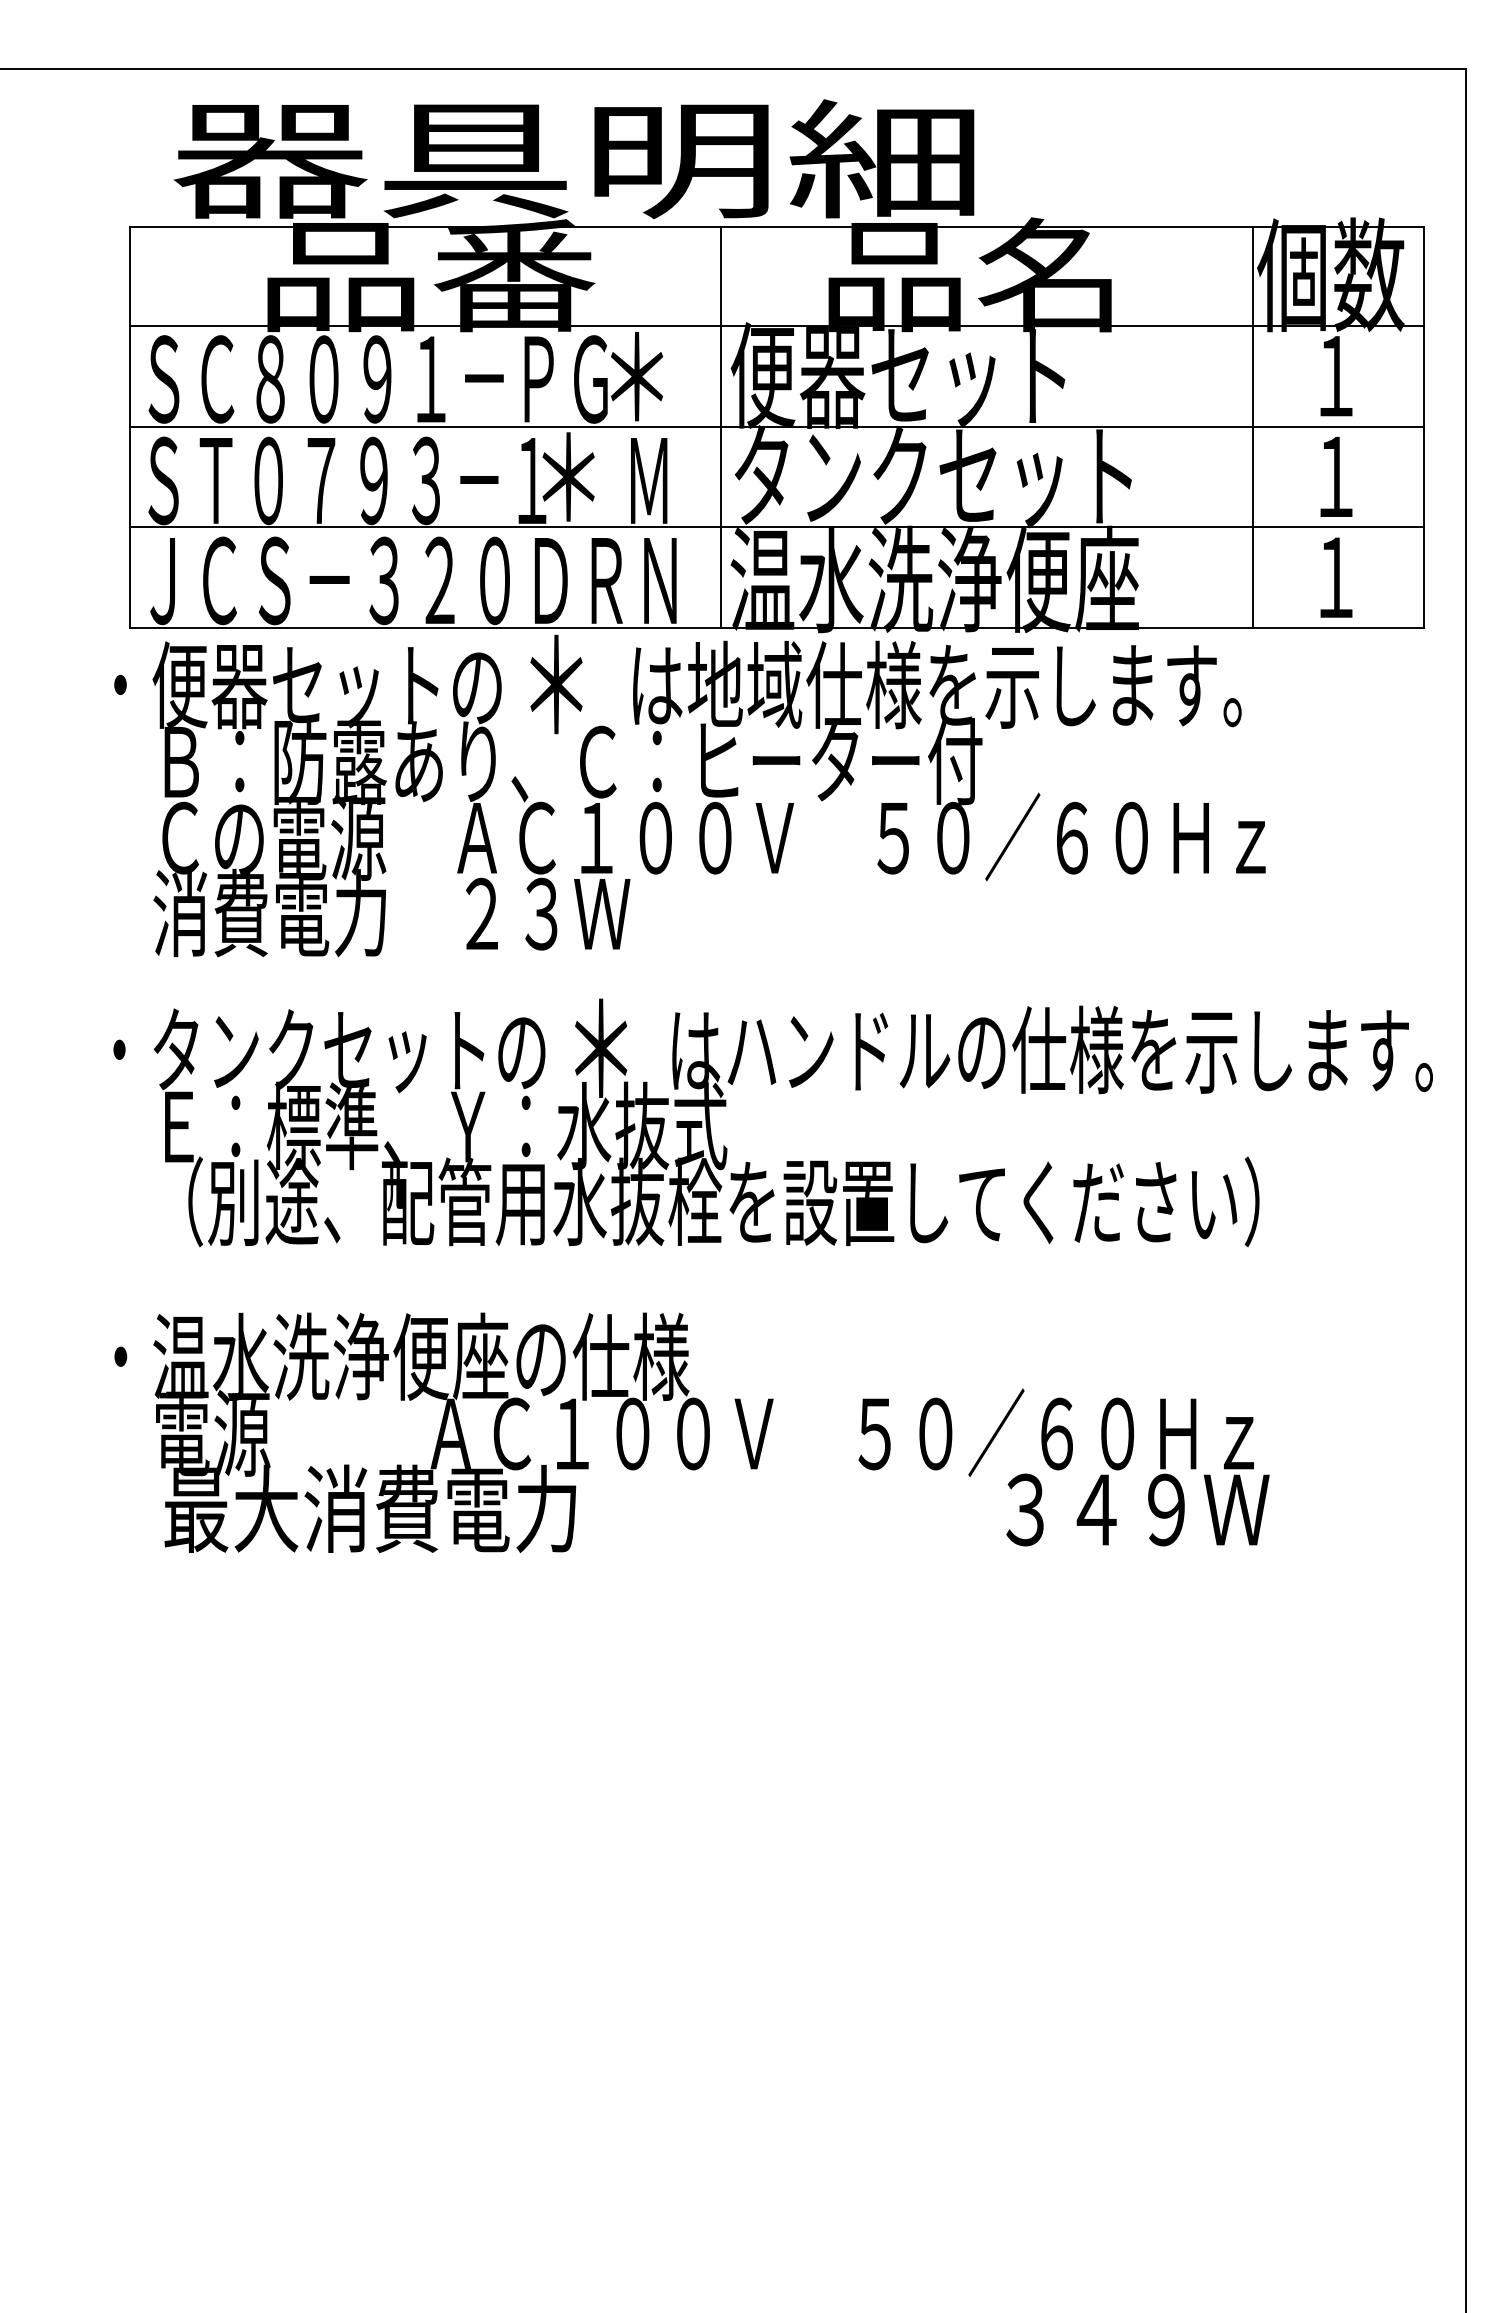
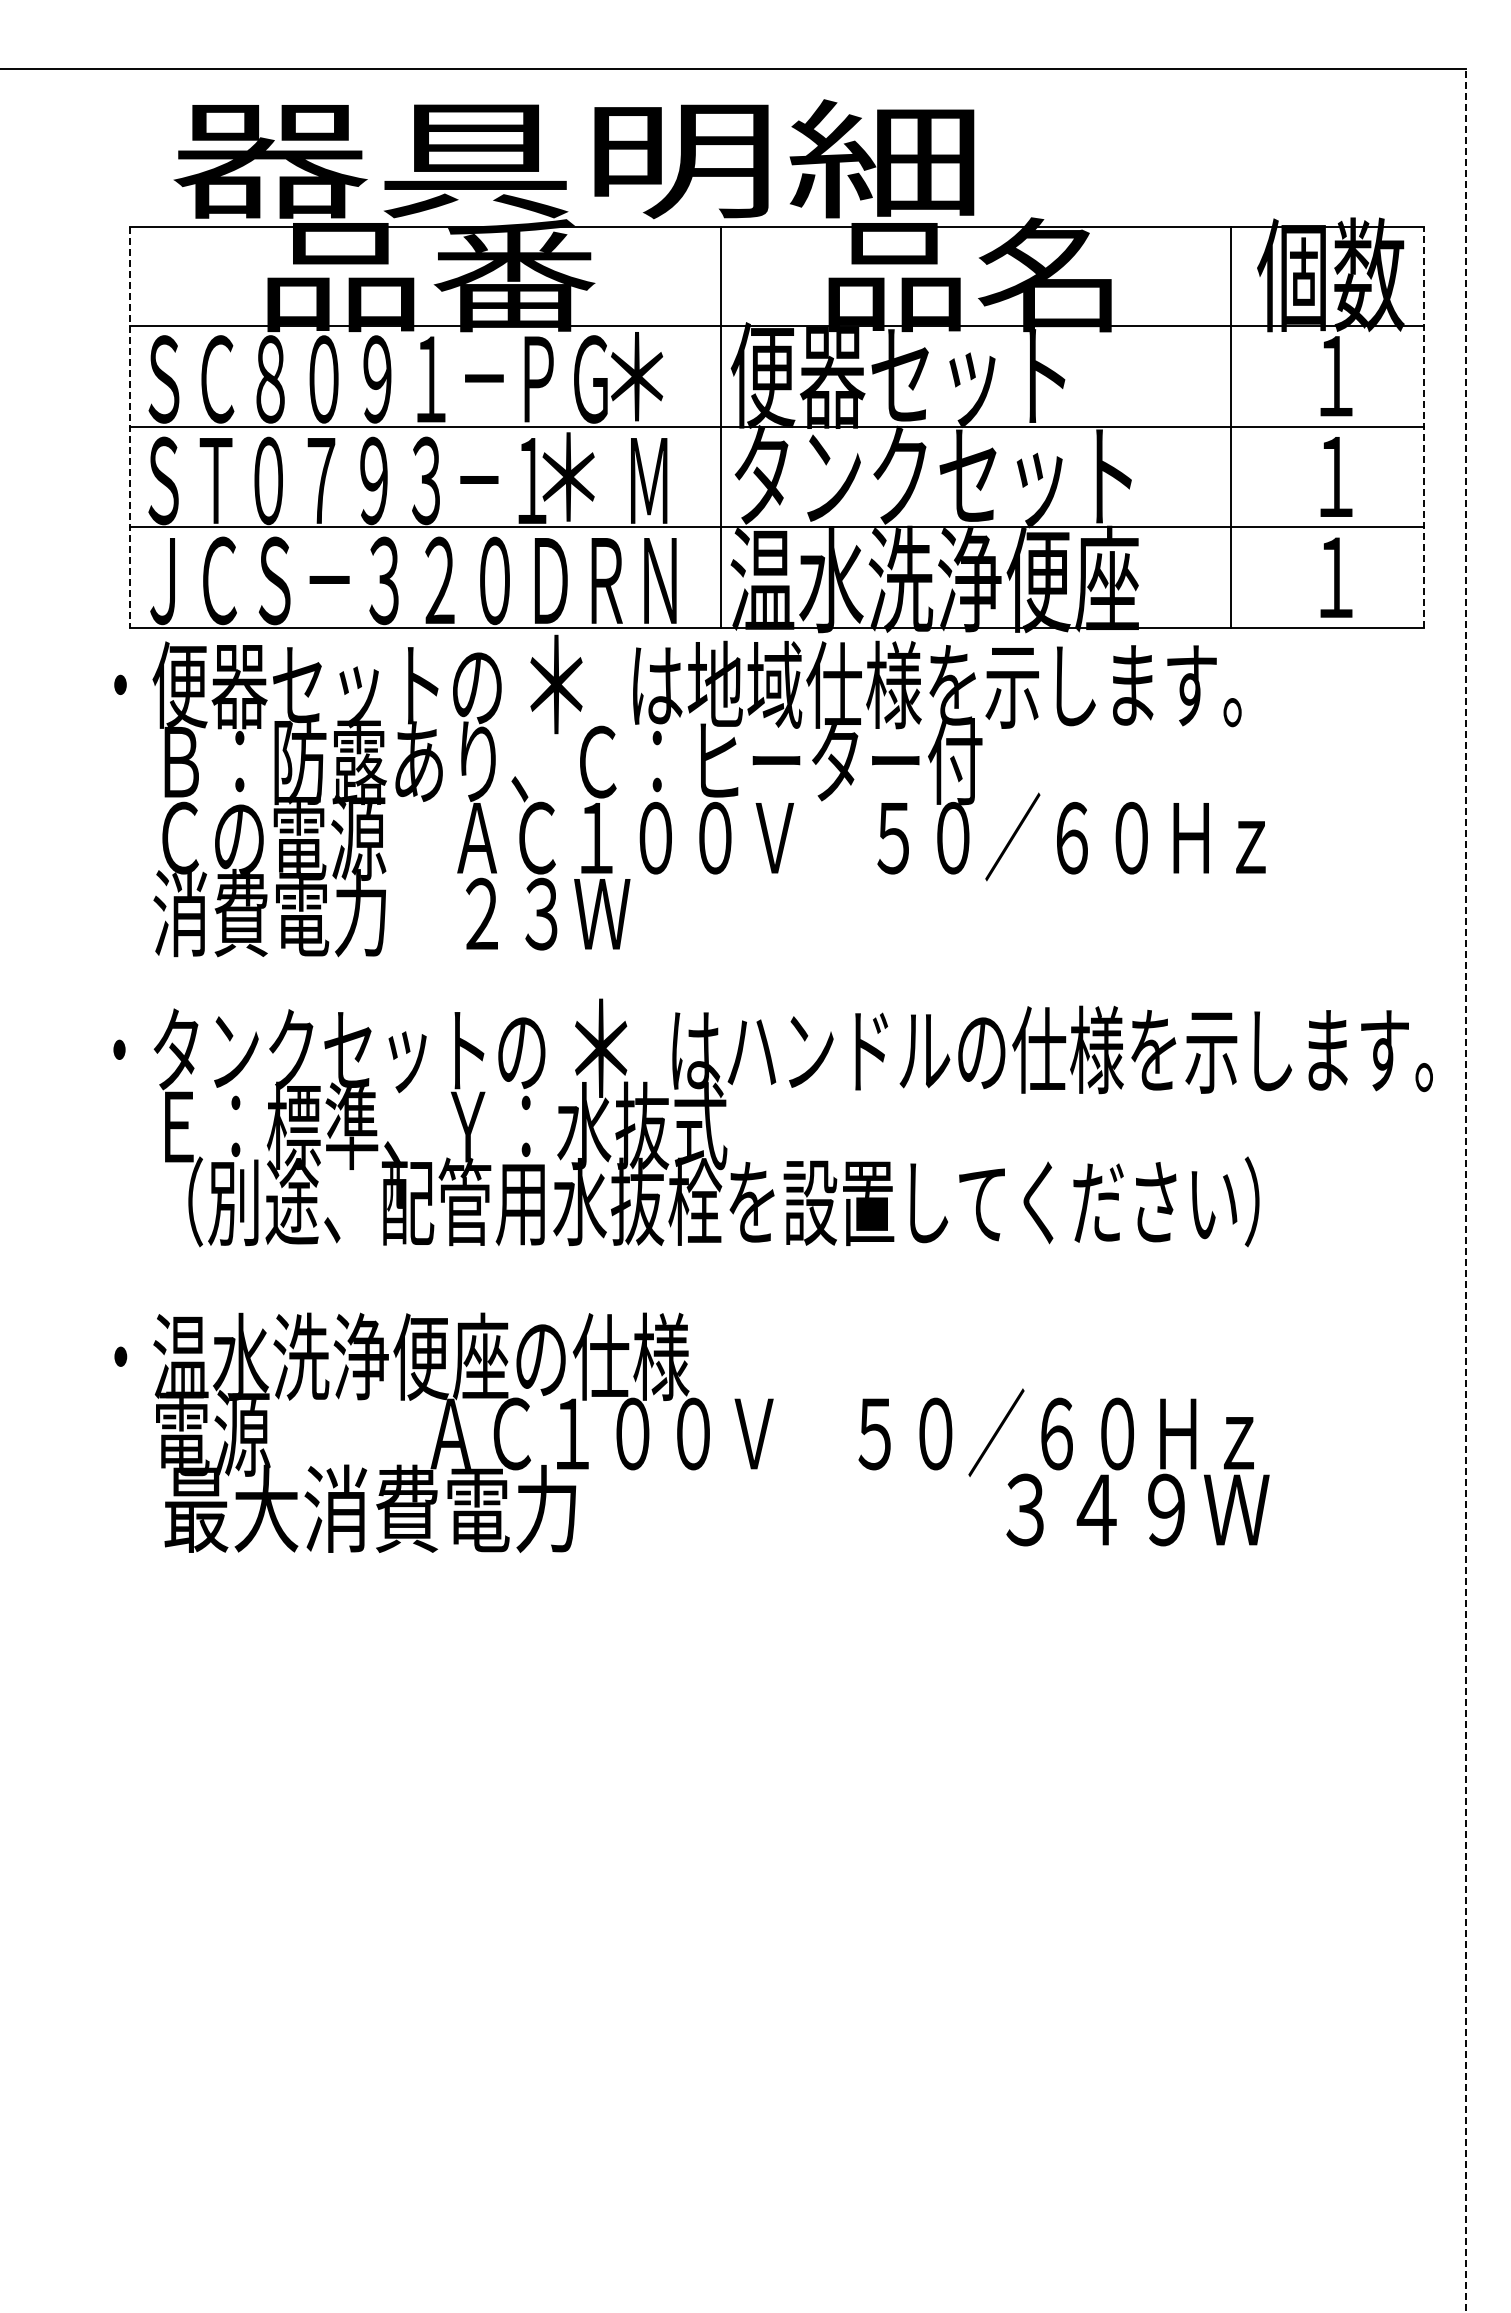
line at (129, 427): solid -> dashed
line at (1252, 427) position: (1252, 427) -> (1230, 427)
line at (1423, 427): solid -> dashed
line at (1465, 1190): solid -> dashed
